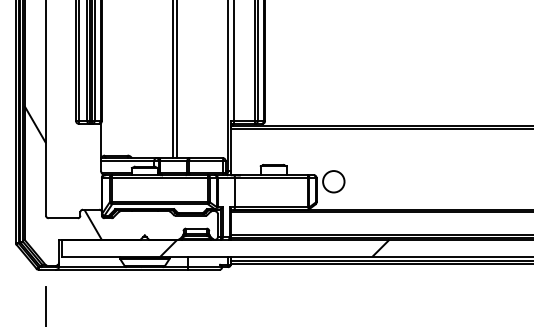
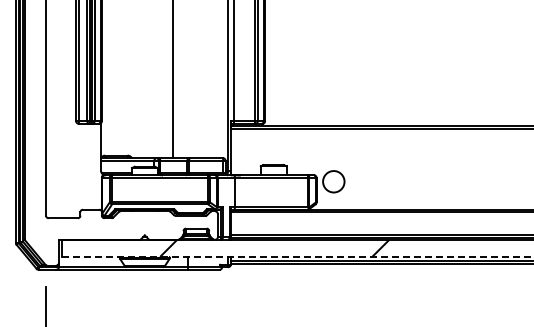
line at (176, 80): present -> none
hatch at (62, 172): present -> none
line at (297, 256): solid -> dashed
